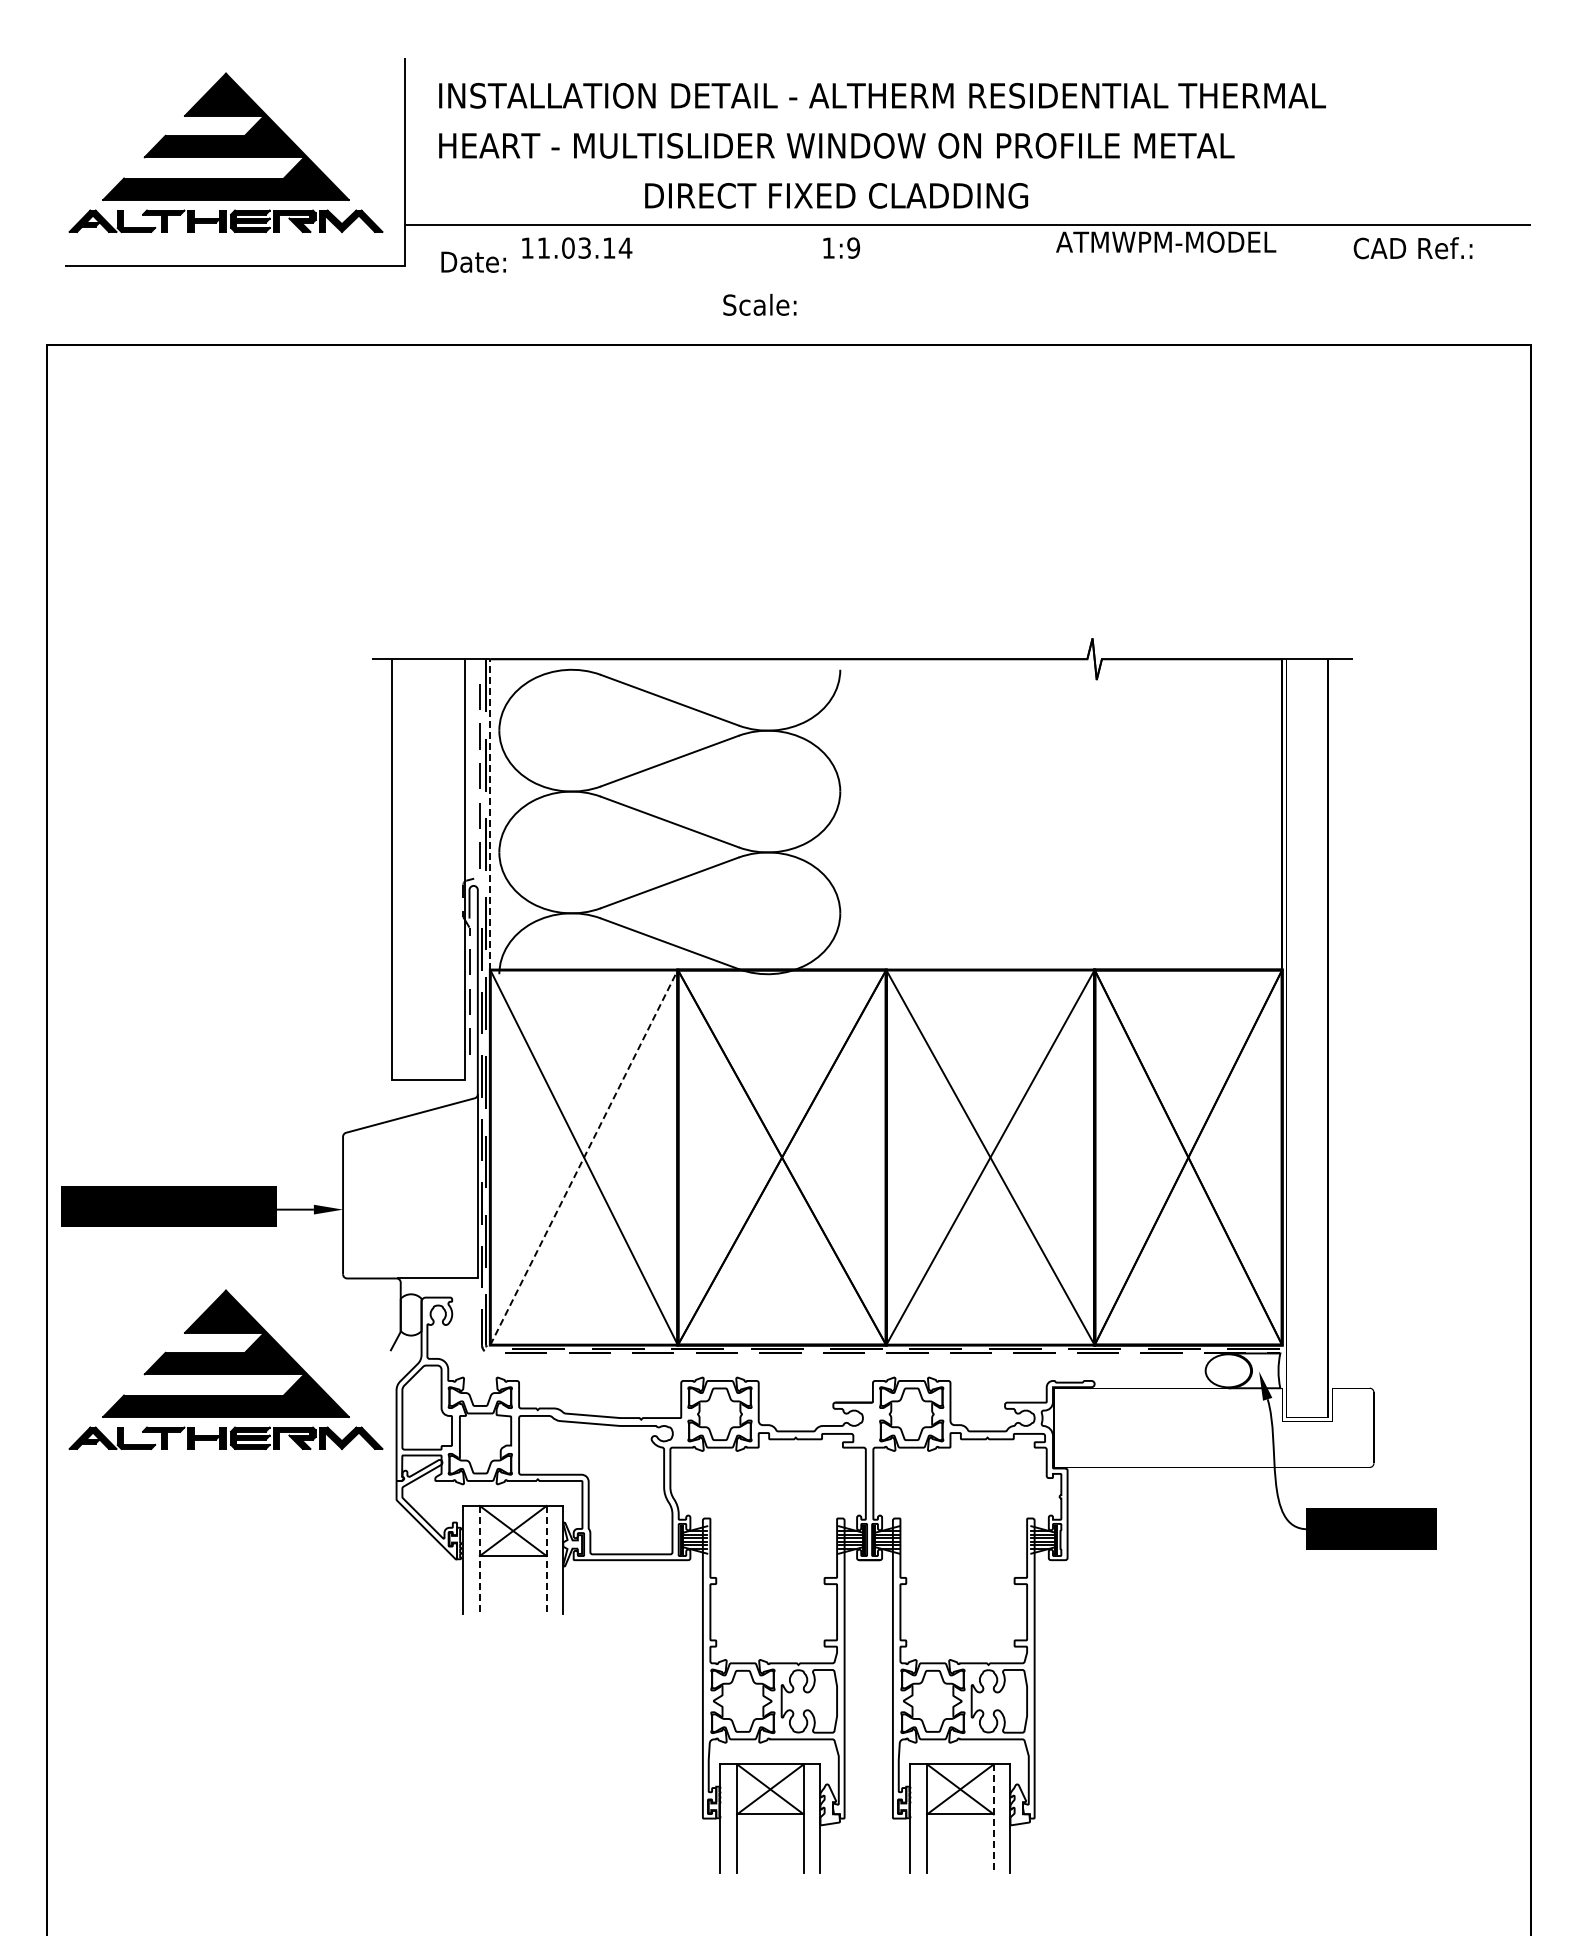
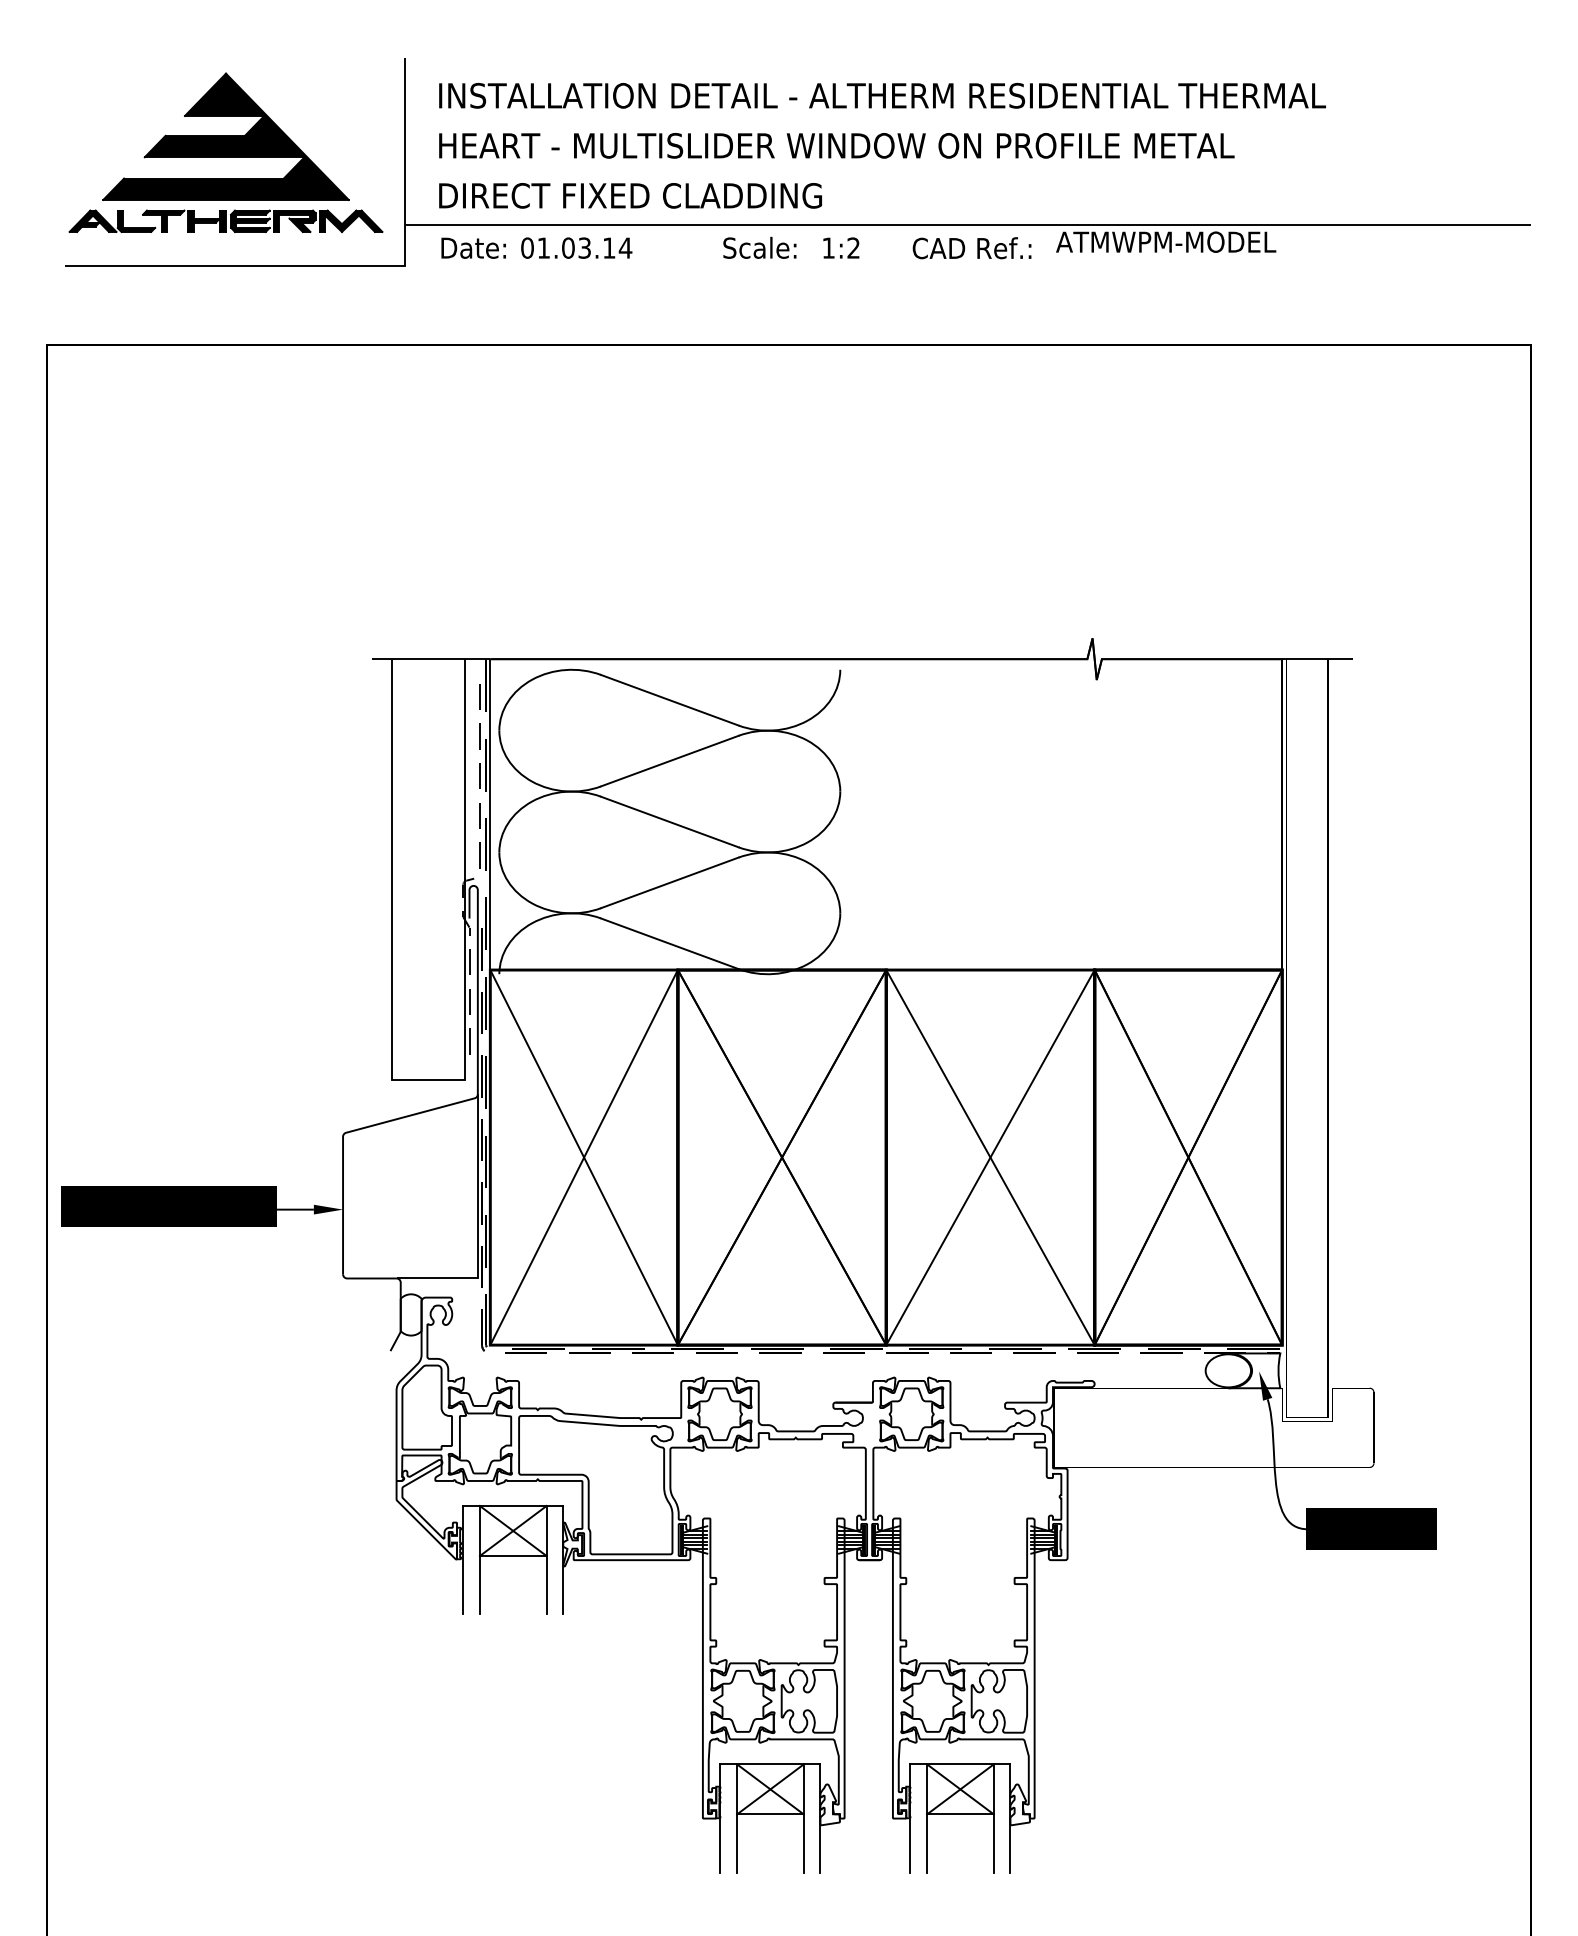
text at (836, 195) position: (836, 195) -> (630, 195)
text at (527, 247): 11.03.14 -> 01.03.14
text at (853, 247): 1:9 -> 1:2
text at (1412, 248) position: (1412, 248) -> (971, 248)
text at (473, 261) position: (473, 261) -> (473, 247)
text at (759, 304) position: (759, 304) -> (759, 247)
line at (490, 814): dashed -> solid
line at (584, 1157): dashed -> solid
part at (225, 1369): present -> none
line at (479, 1560): dashed -> solid
line at (546, 1560): dashed -> solid
line at (993, 1819): dashed -> solid
